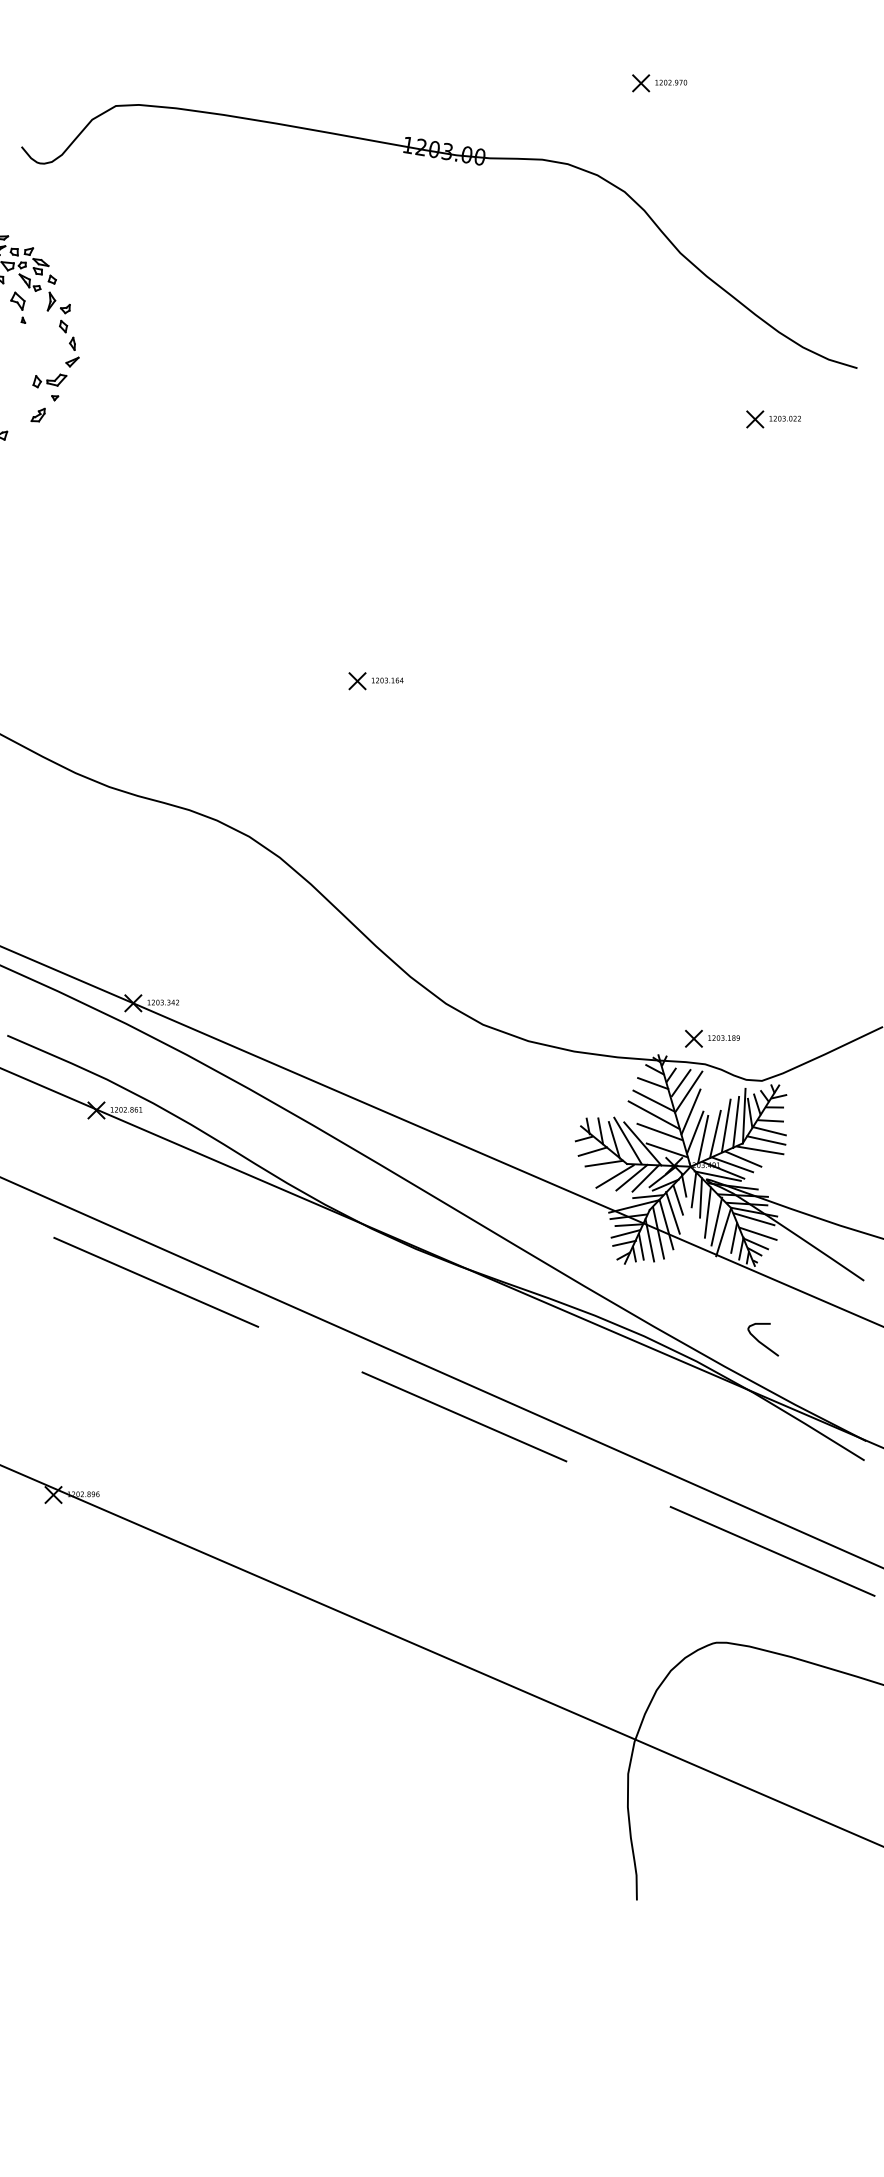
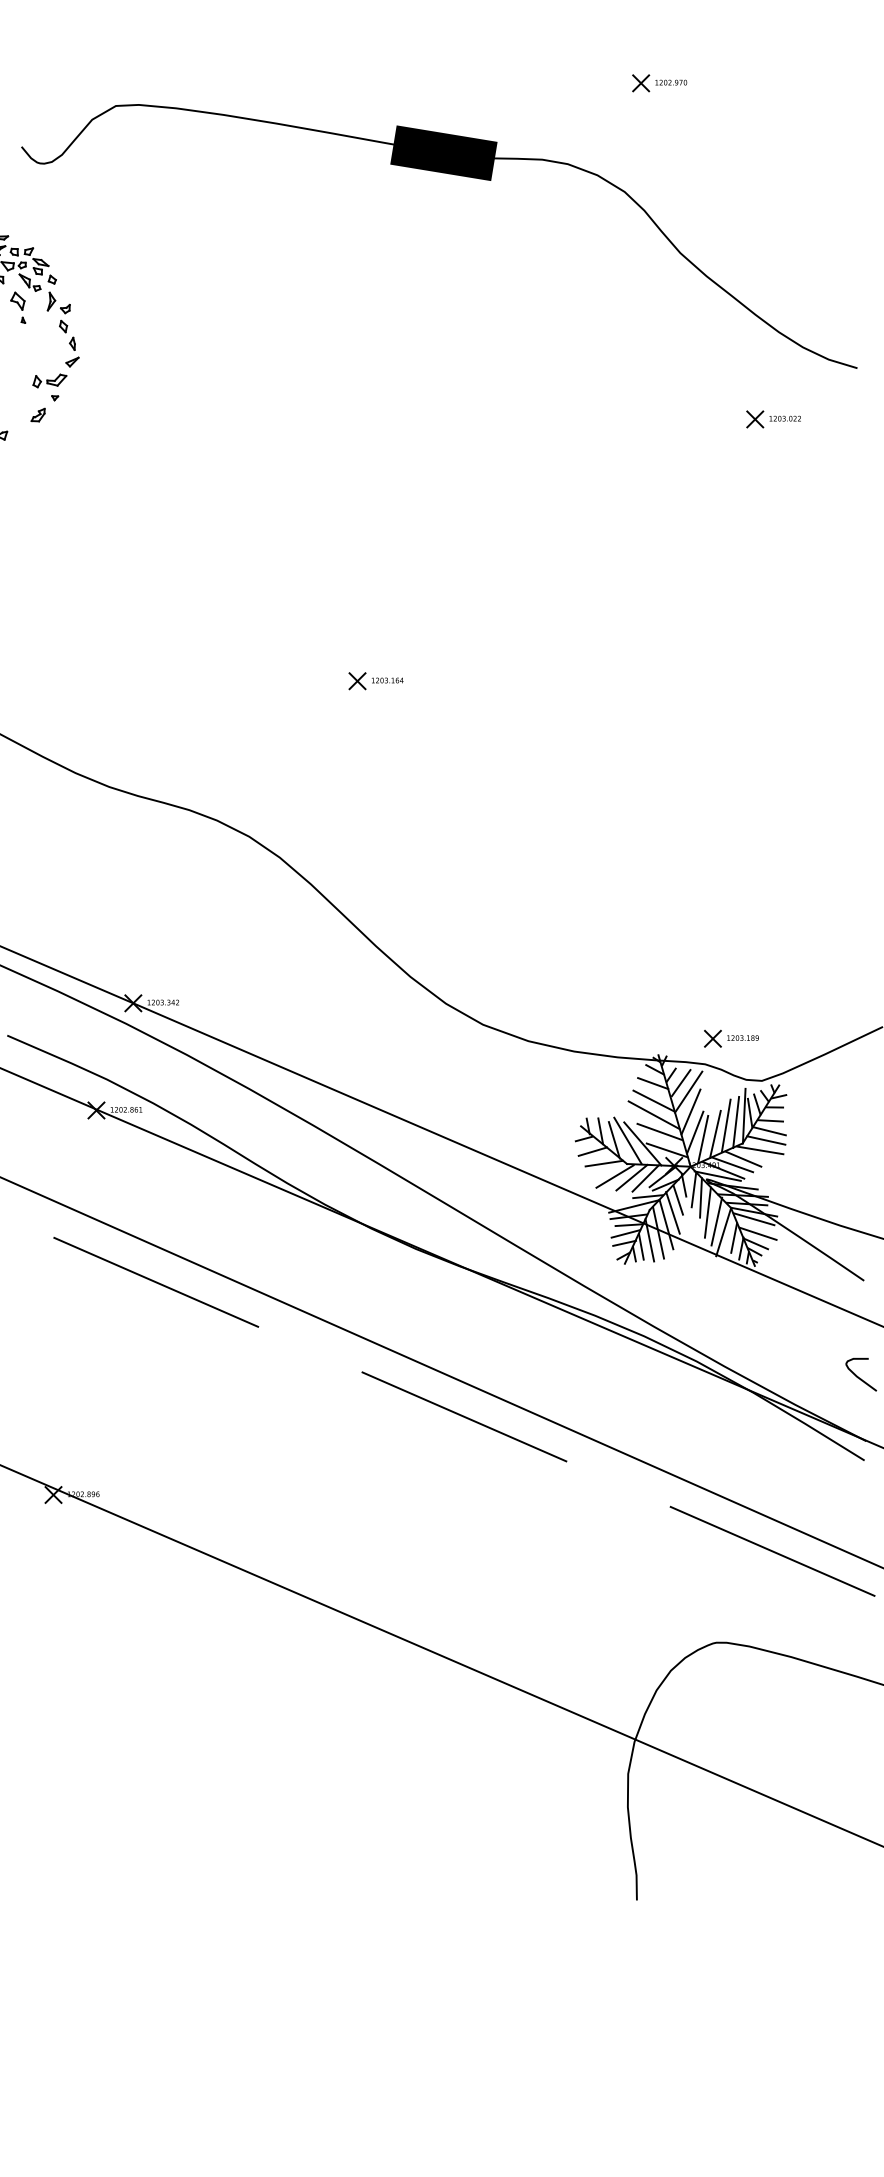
fill at (443, 153): none -> present
part at (712, 1038) position: (712, 1038) -> (731, 1038)
curve at (760, 1341) position: (760, 1341) -> (858, 1376)
